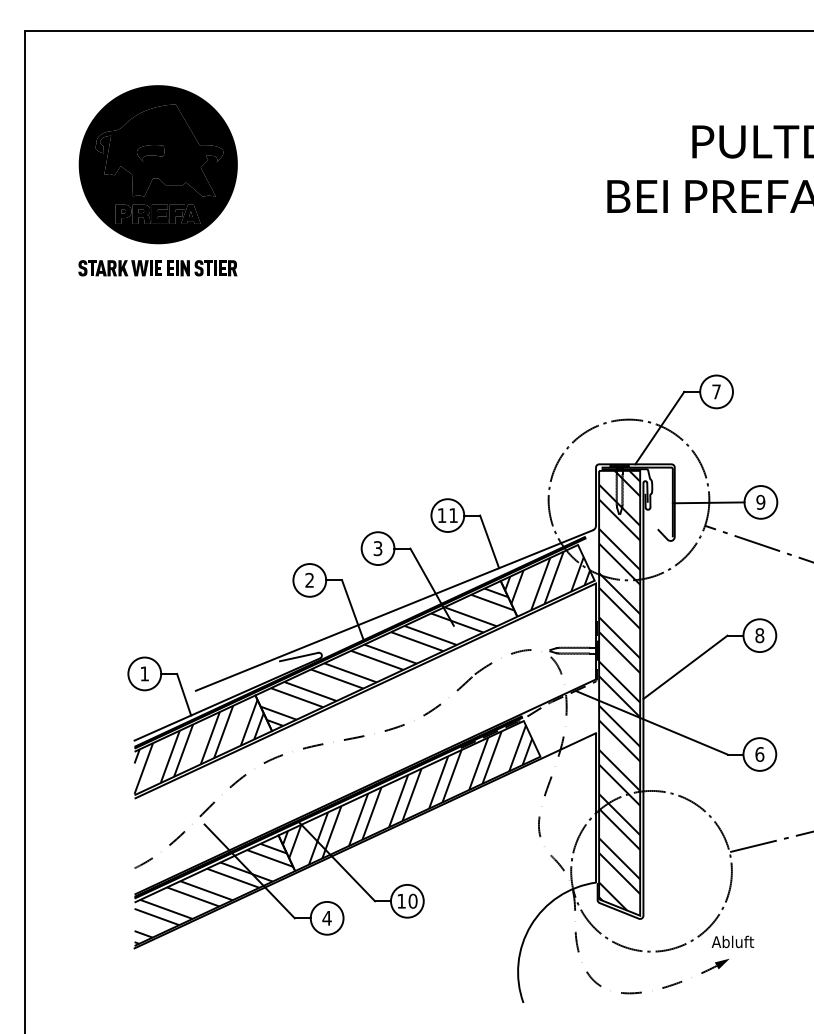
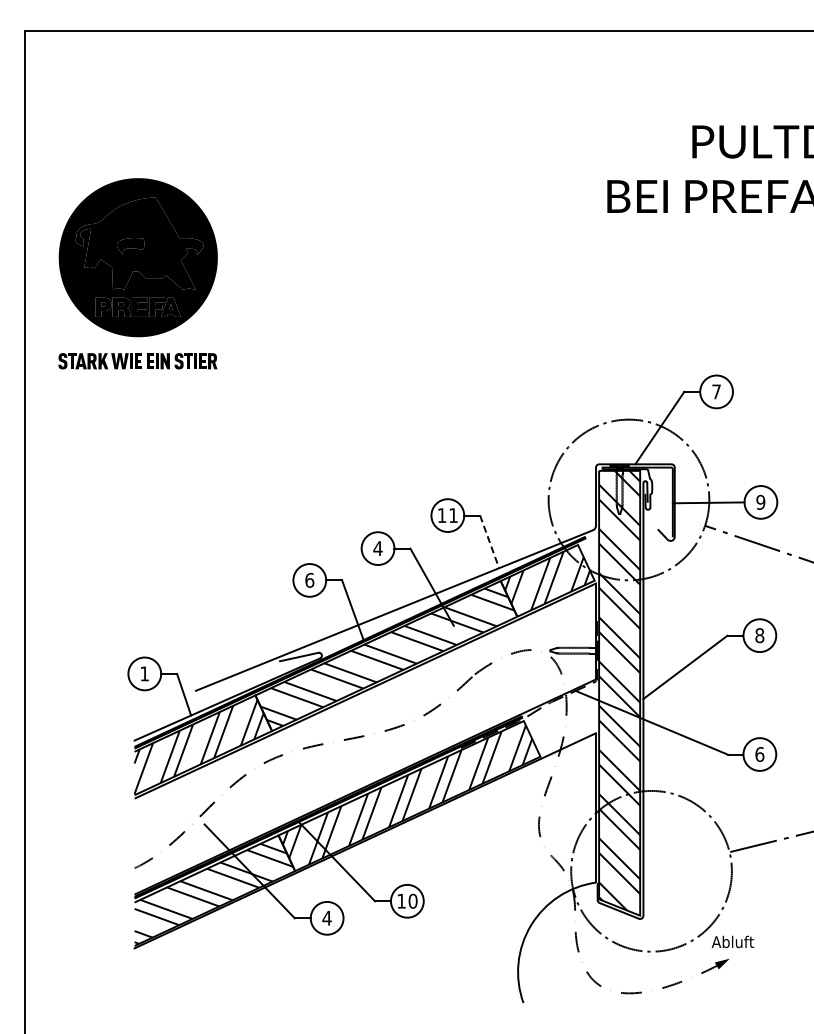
part at (157, 180) position: (157, 180) -> (137, 273)
line at (489, 541): solid -> dashed
text at (377, 548): 3 -> 4
text at (309, 579): 2 -> 6
